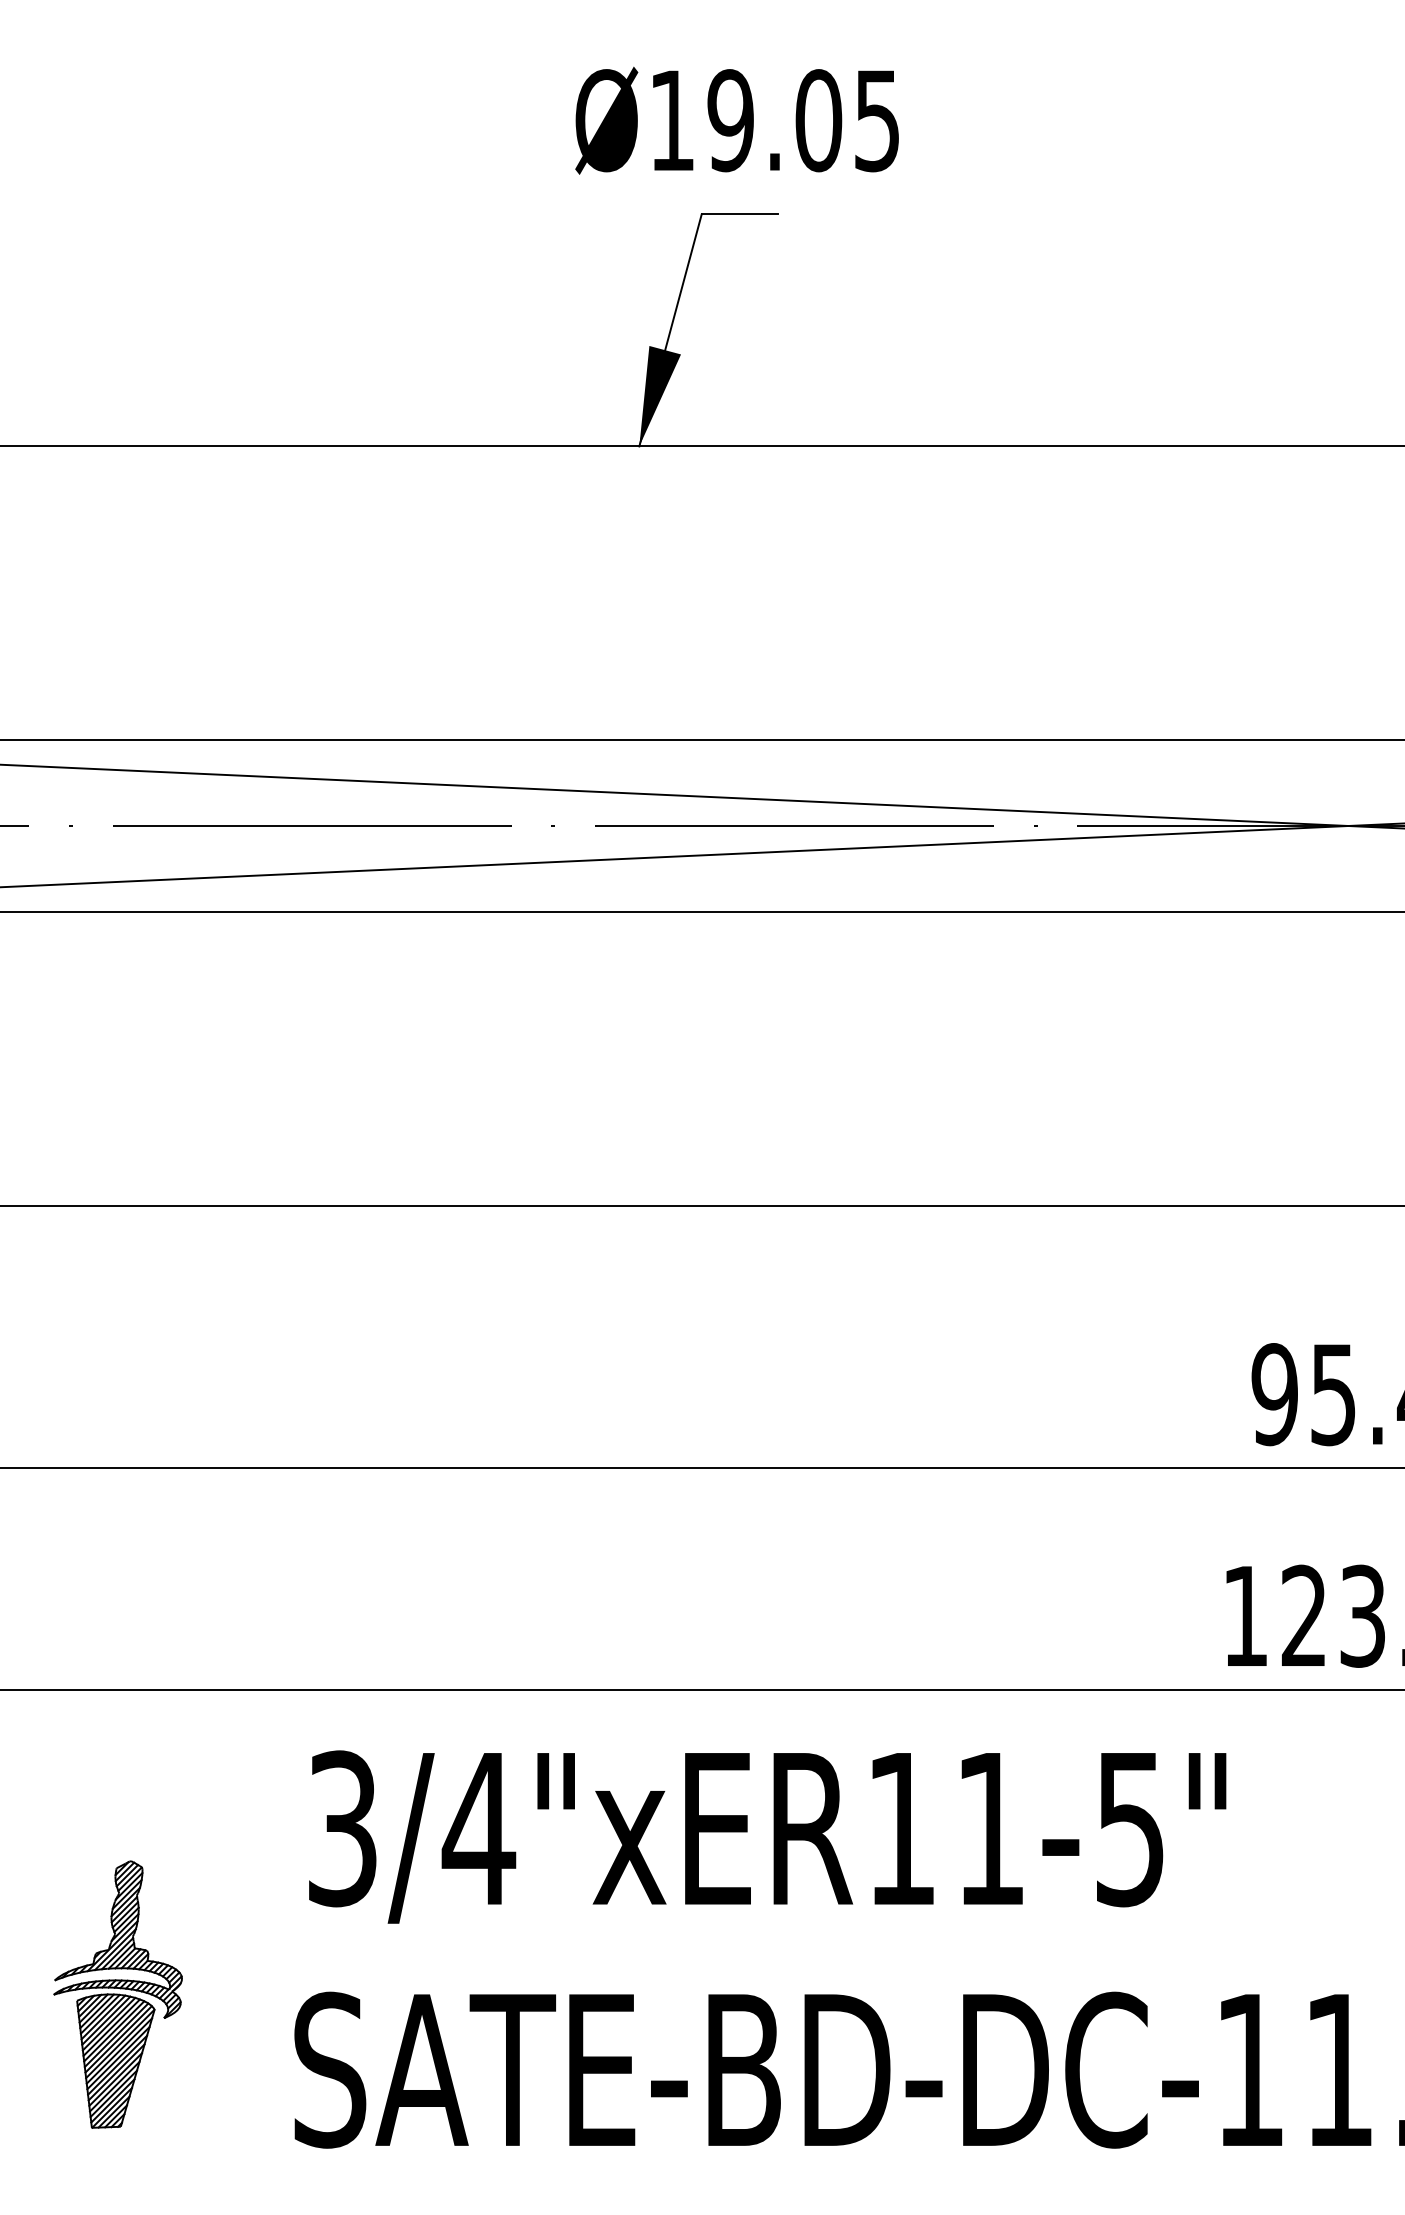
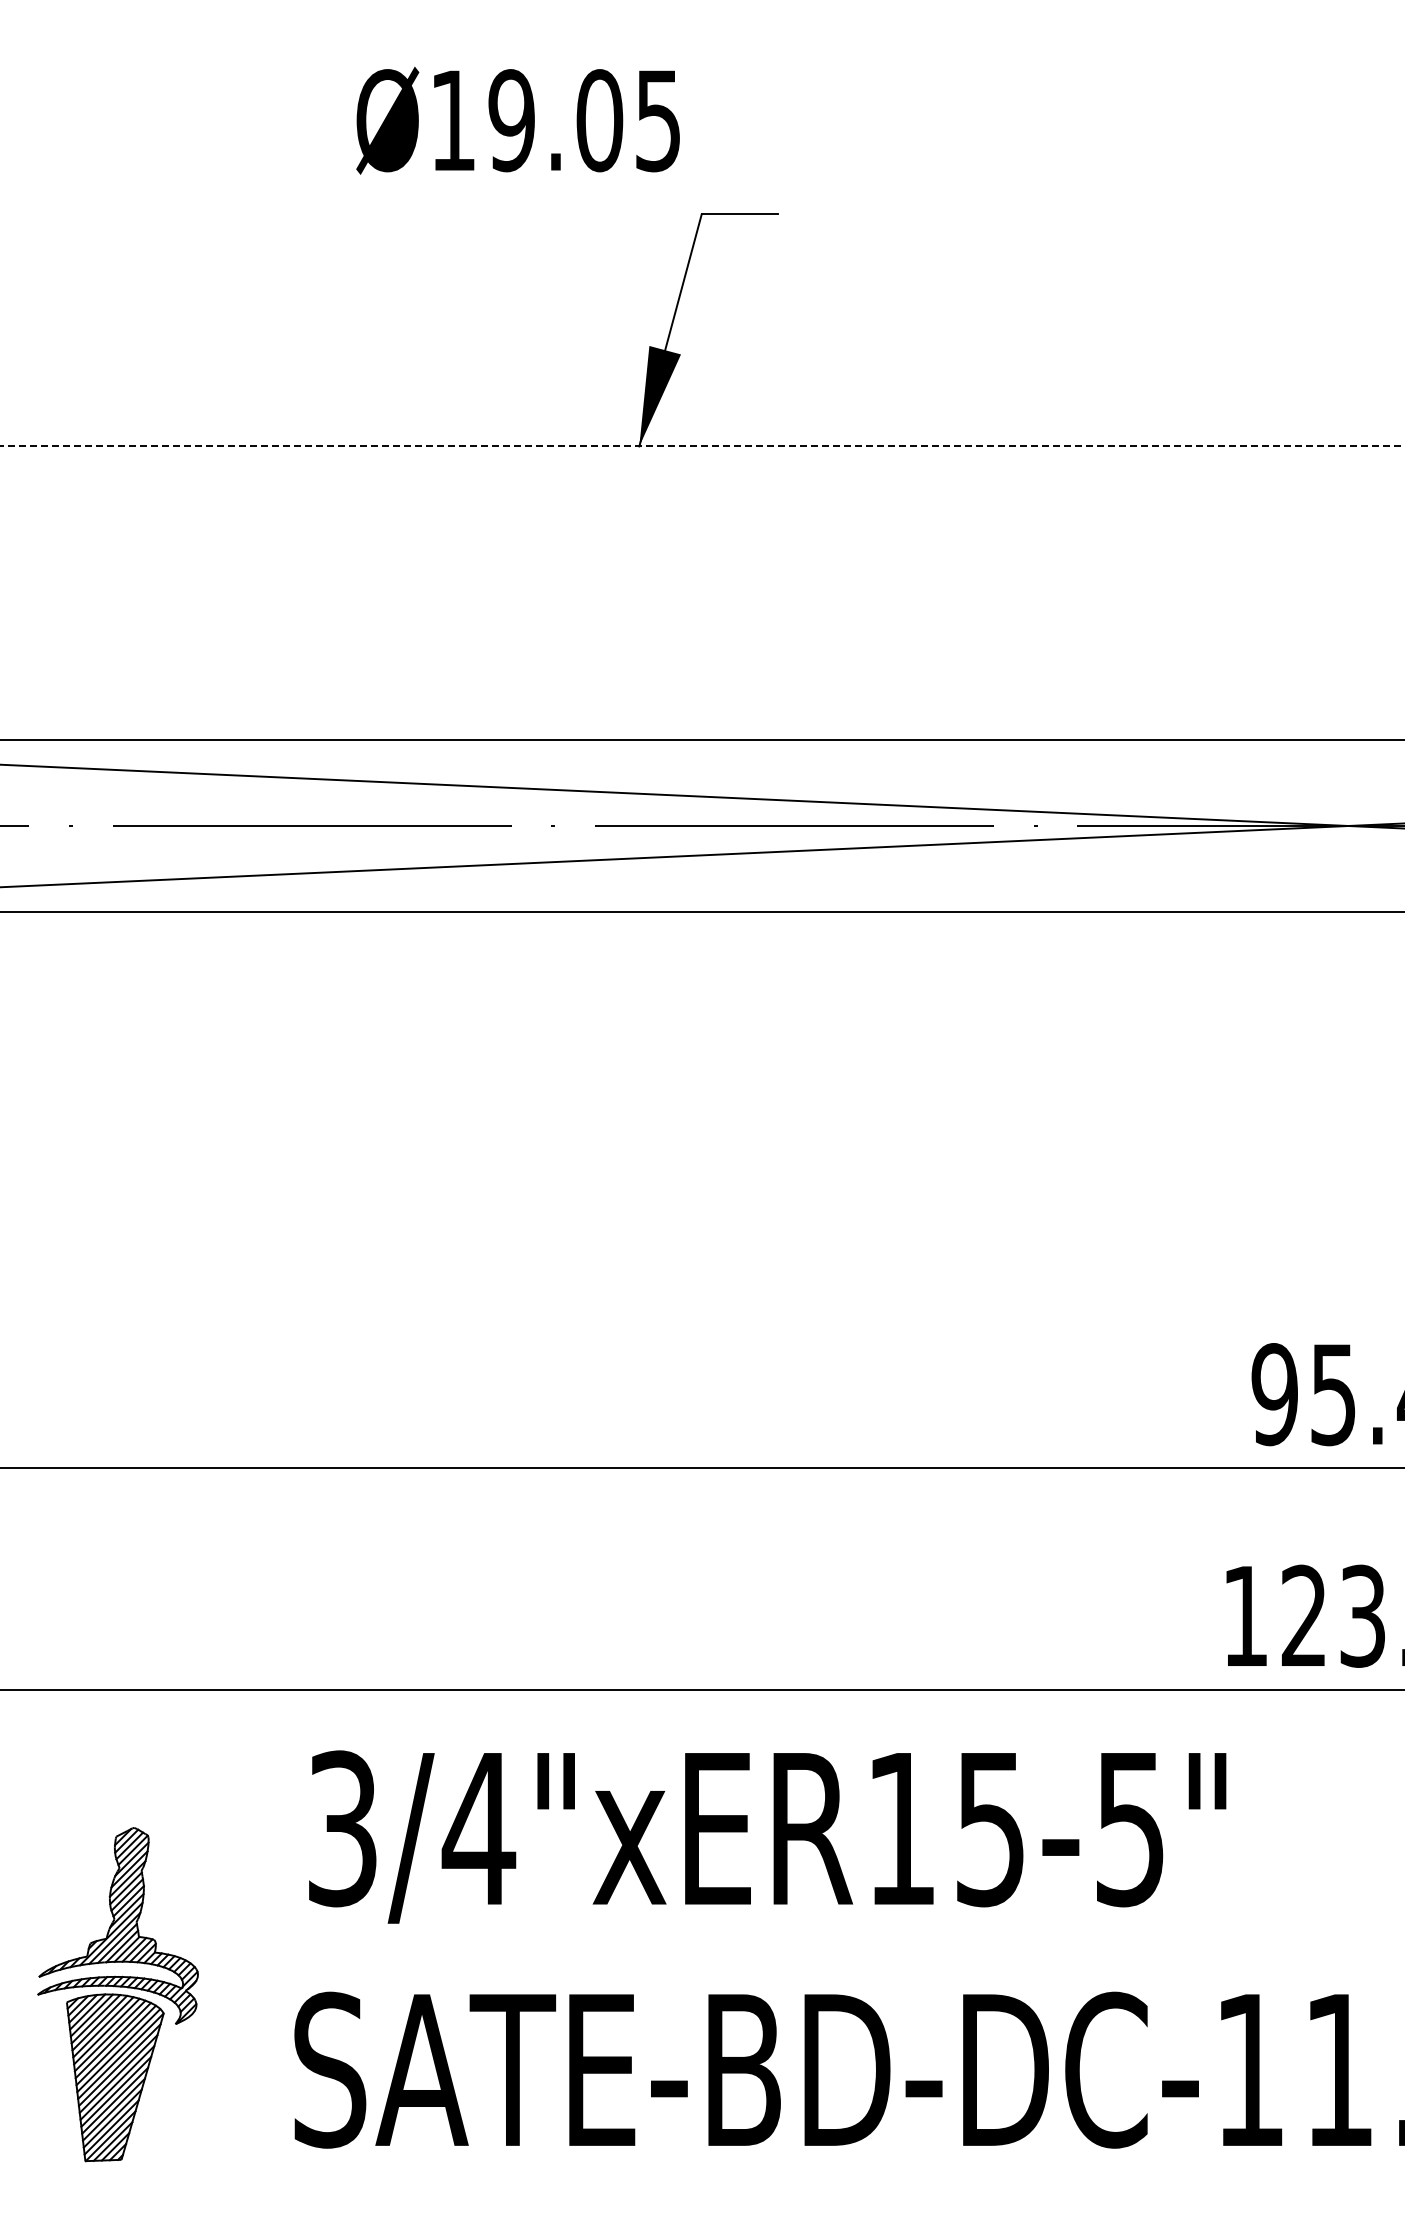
text at (736, 120) position: (736, 120) -> (517, 120)
line at (702, 446): solid -> dashed
line at (701, 1205): present -> none
text at (990, 1830): 3/4"xER11-5" -> 3/4"xER15-5"
part at (117, 1994) size: 130x269 px -> 162x336 px
